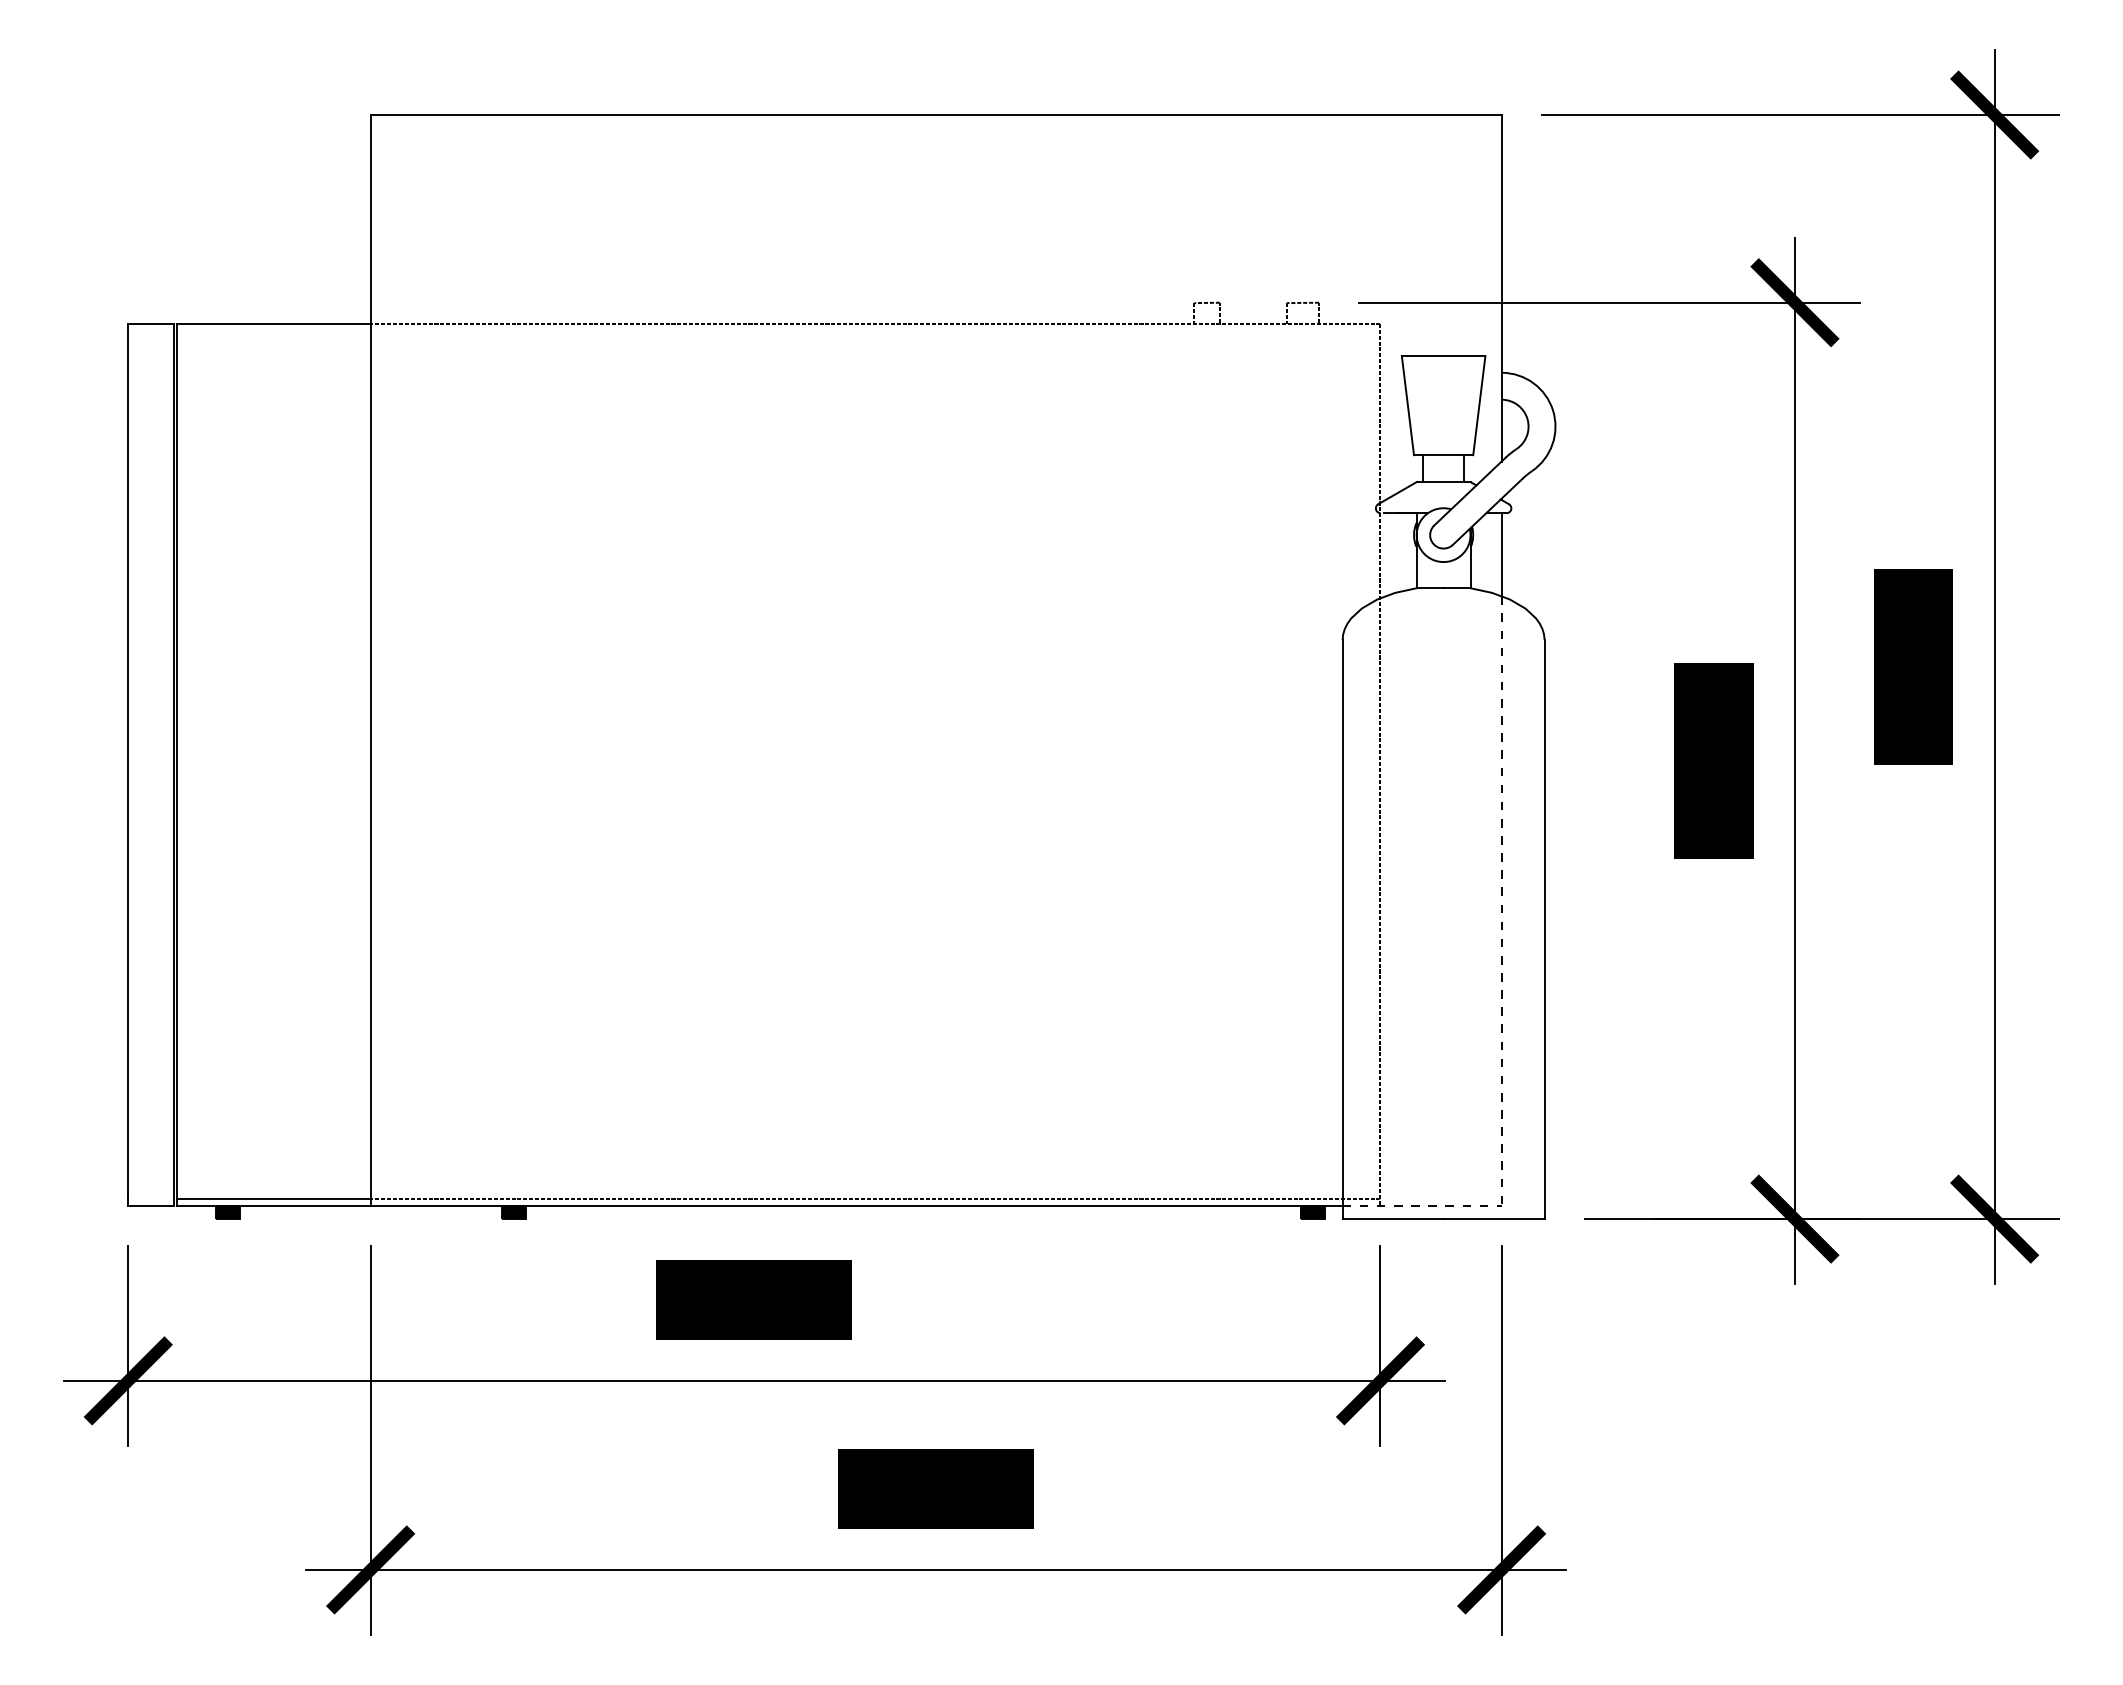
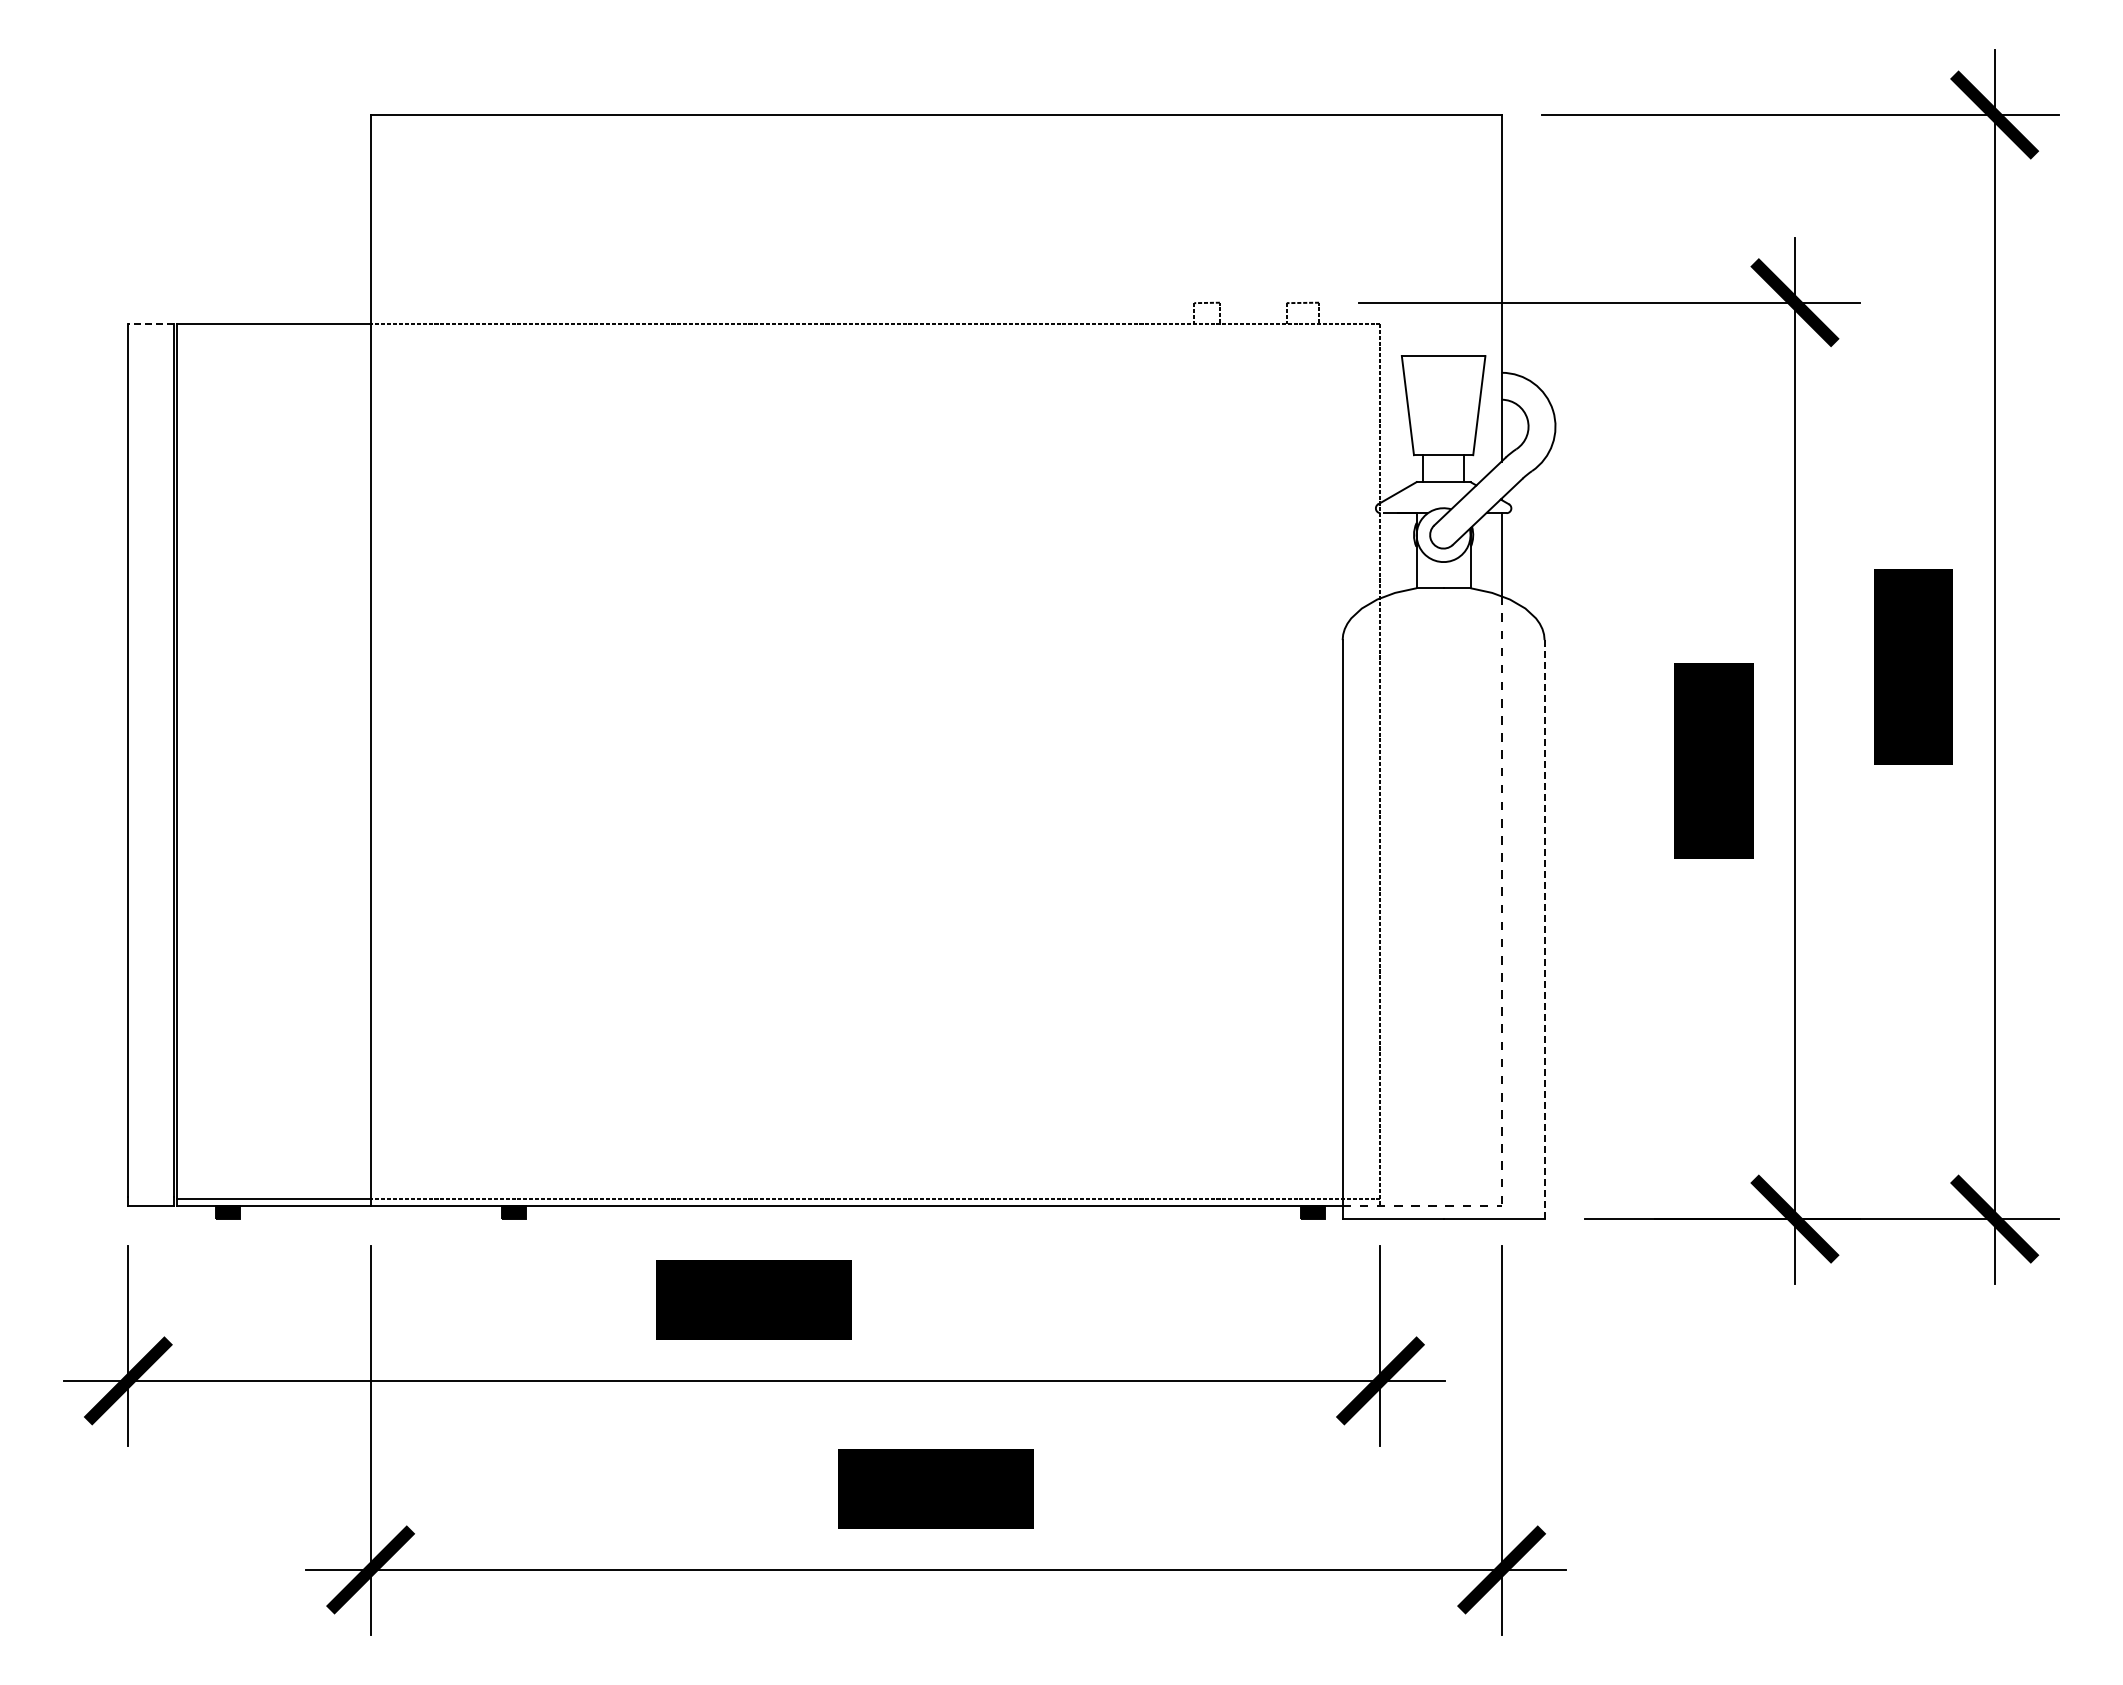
line at (151, 323): solid -> dashed
line at (1544, 929): solid -> dashed
